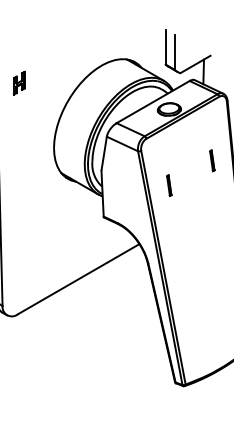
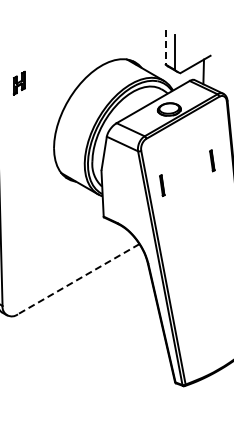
line at (165, 47): solid -> dashed
line at (169, 185) position: (169, 185) -> (162, 185)
line at (78, 279): solid -> dashed
